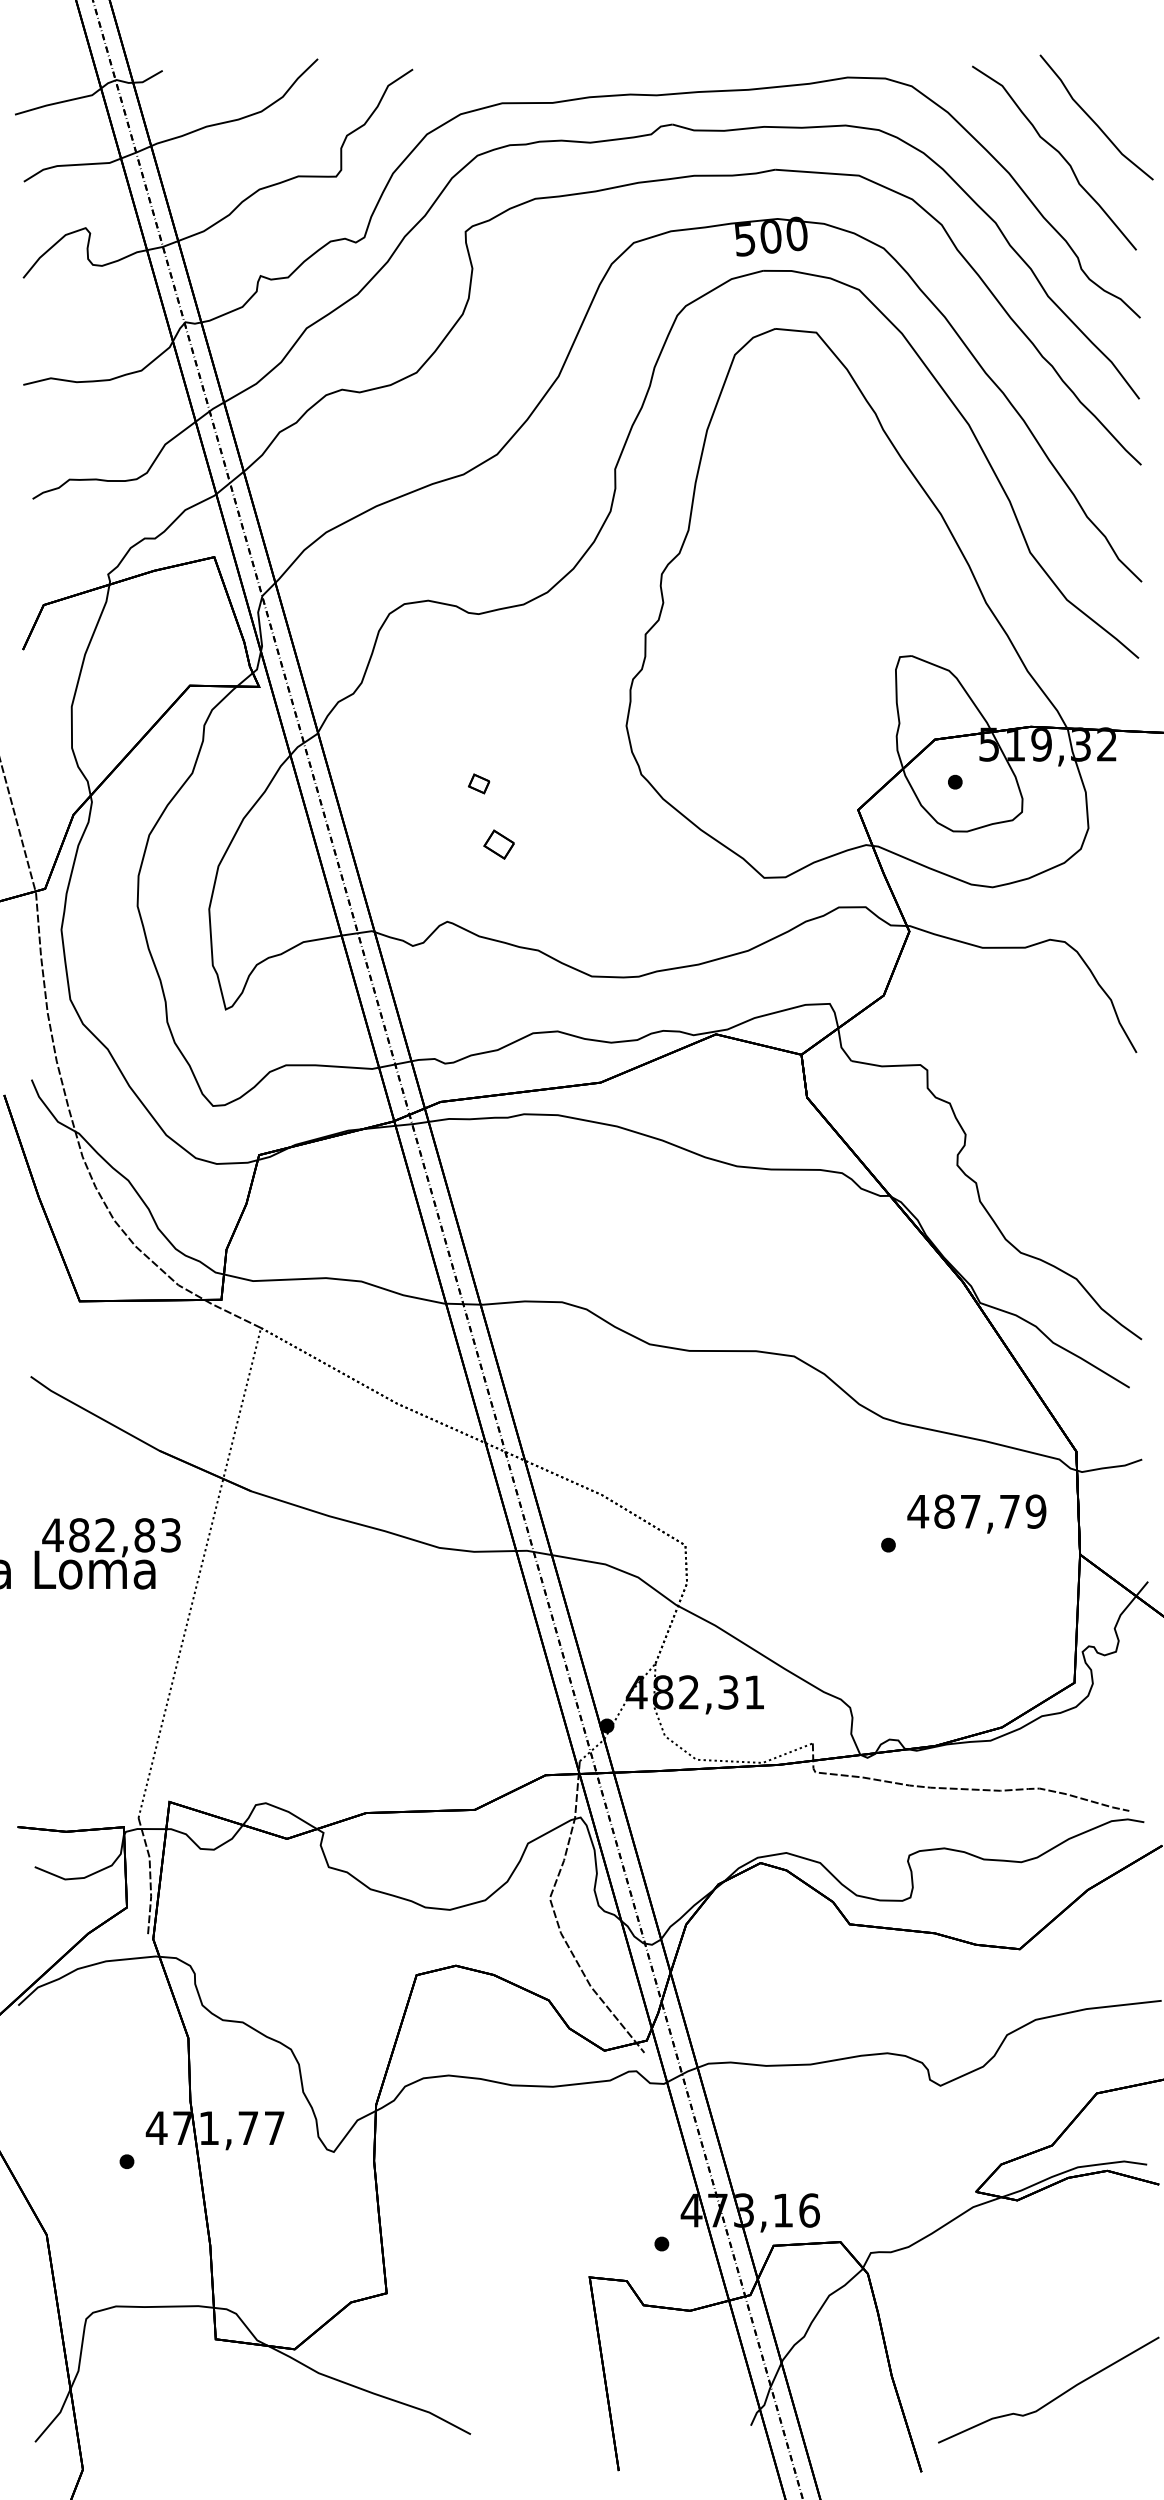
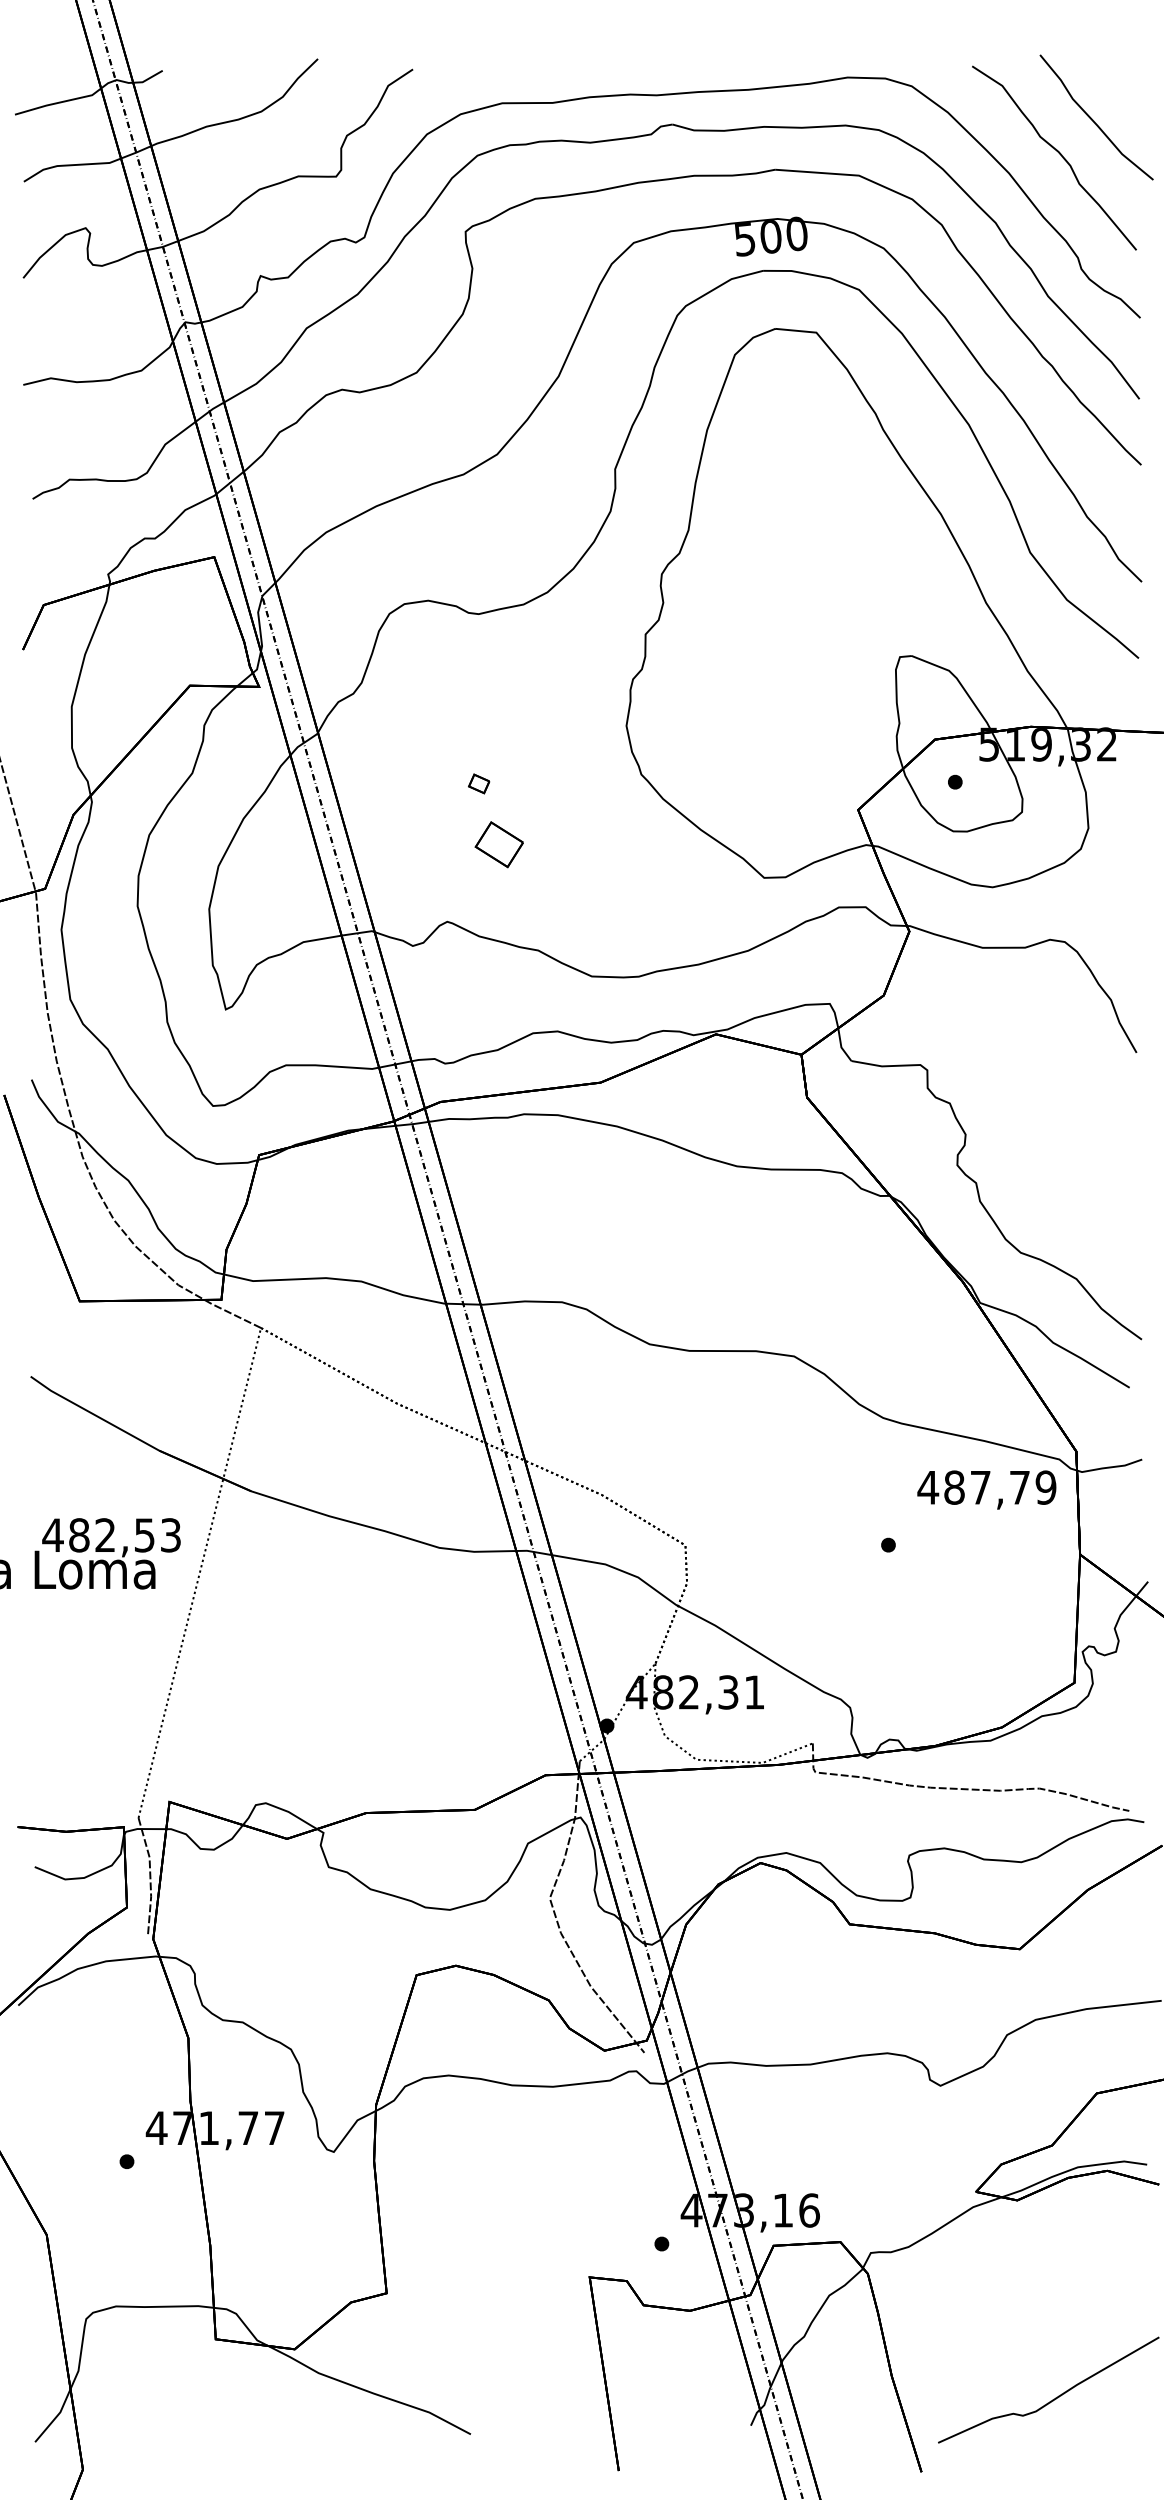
part at (498, 844) size: 32x31 px -> 50x48 px
text at (976, 1513) position: (976, 1513) -> (986, 1489)
text at (144, 1535): 482,83 -> 482,53
